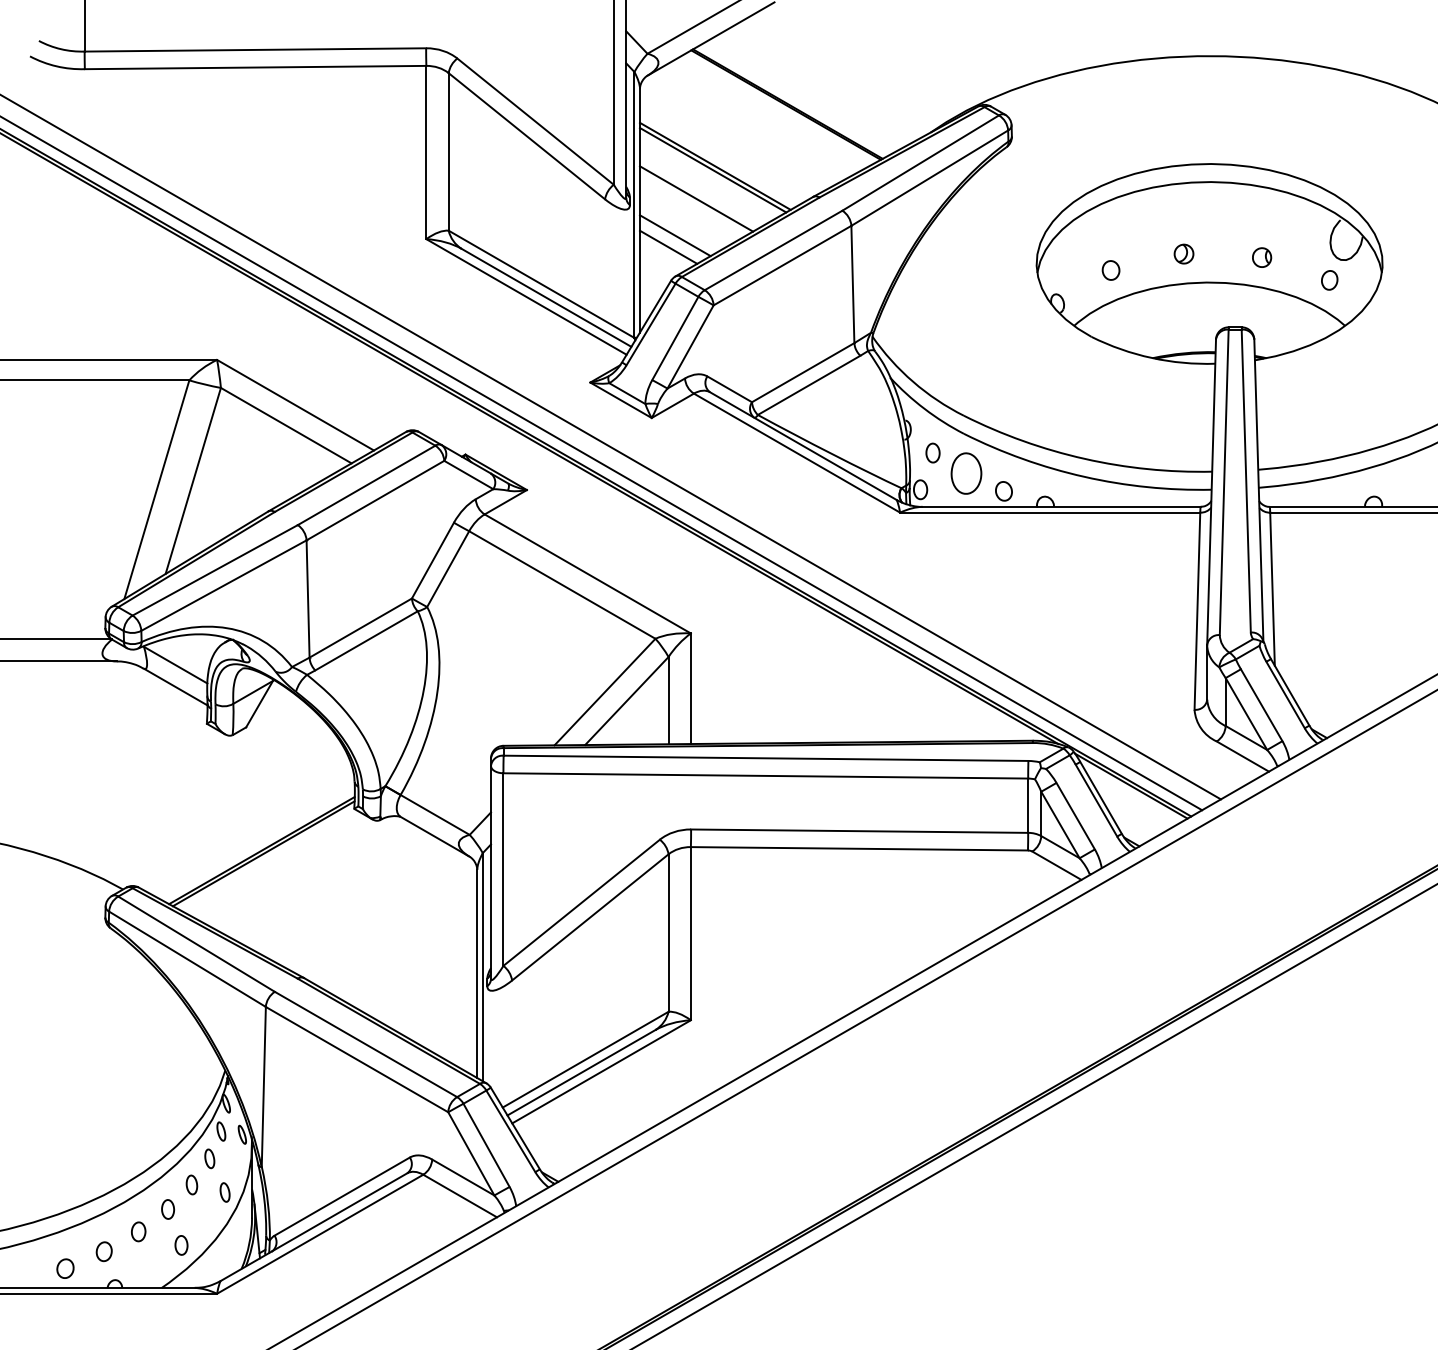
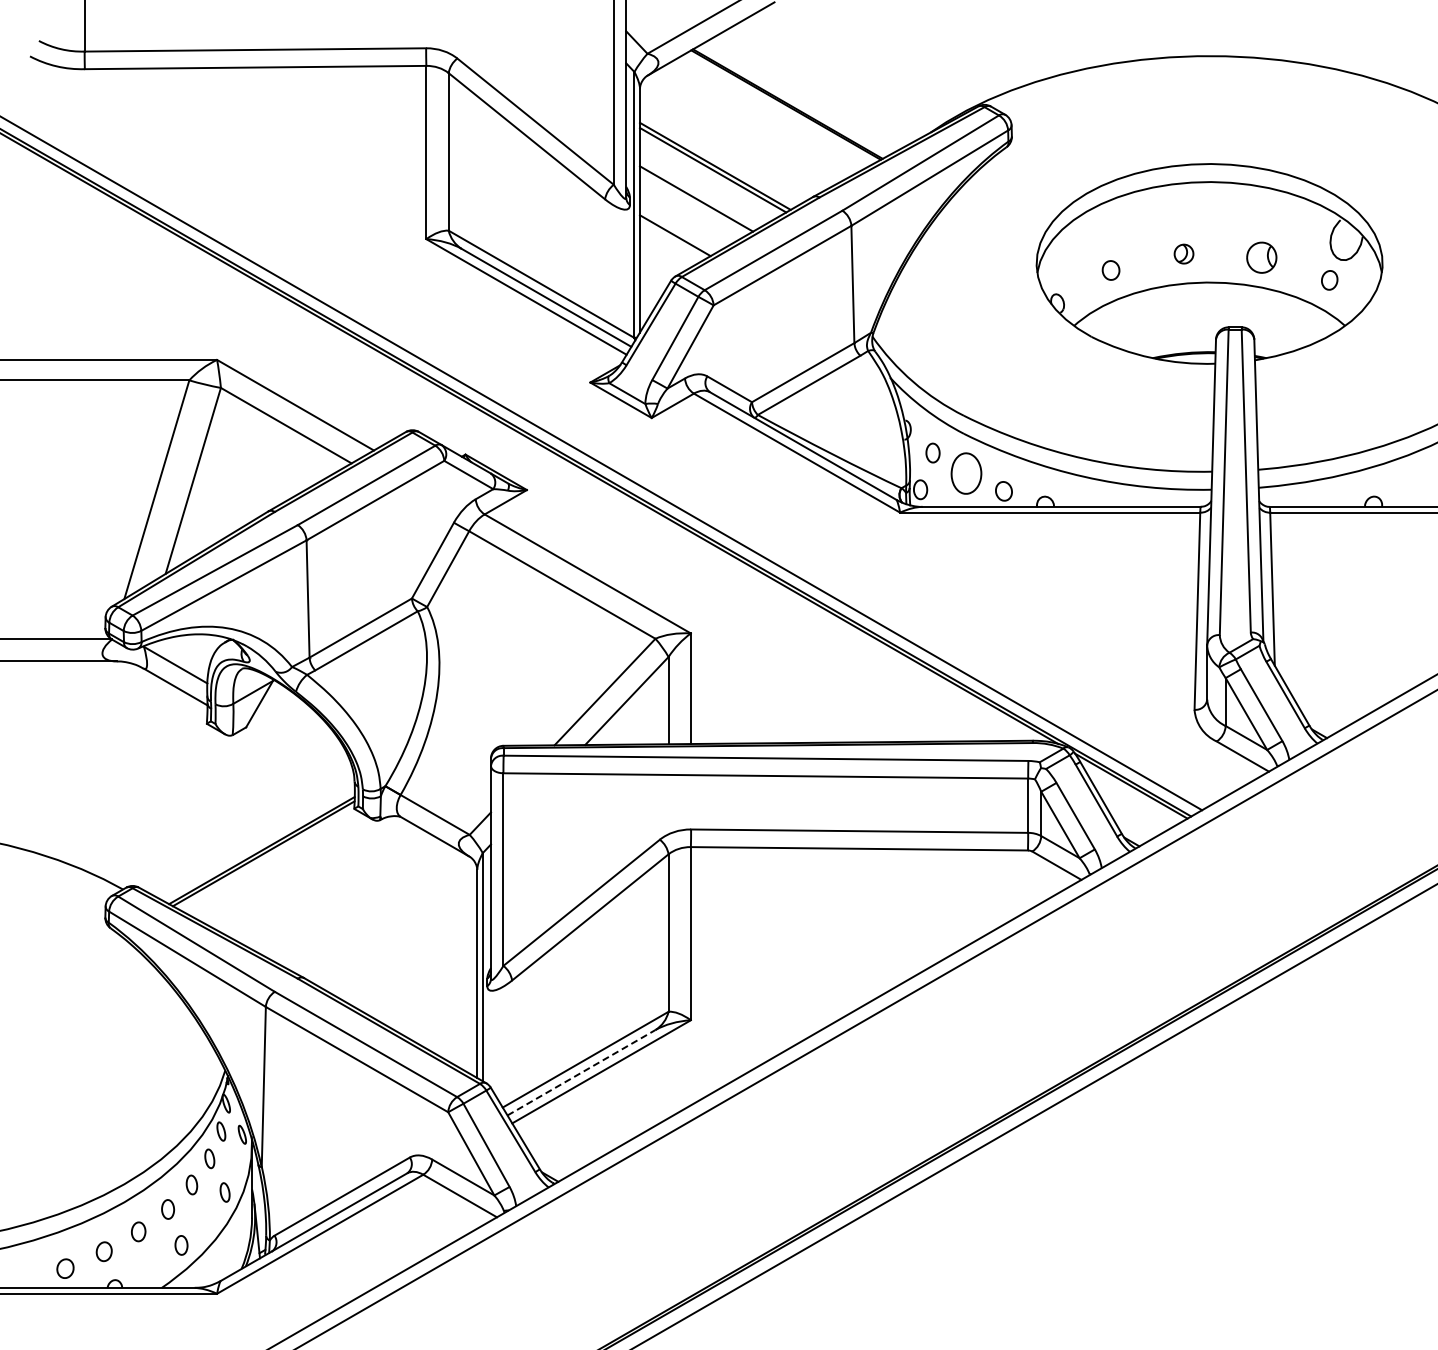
line at (668, 246): present -> none
part at (1262, 257) size: 21x21 px -> 32x33 px
line at (611, 447): present -> none
line at (581, 1072): solid -> dashed
